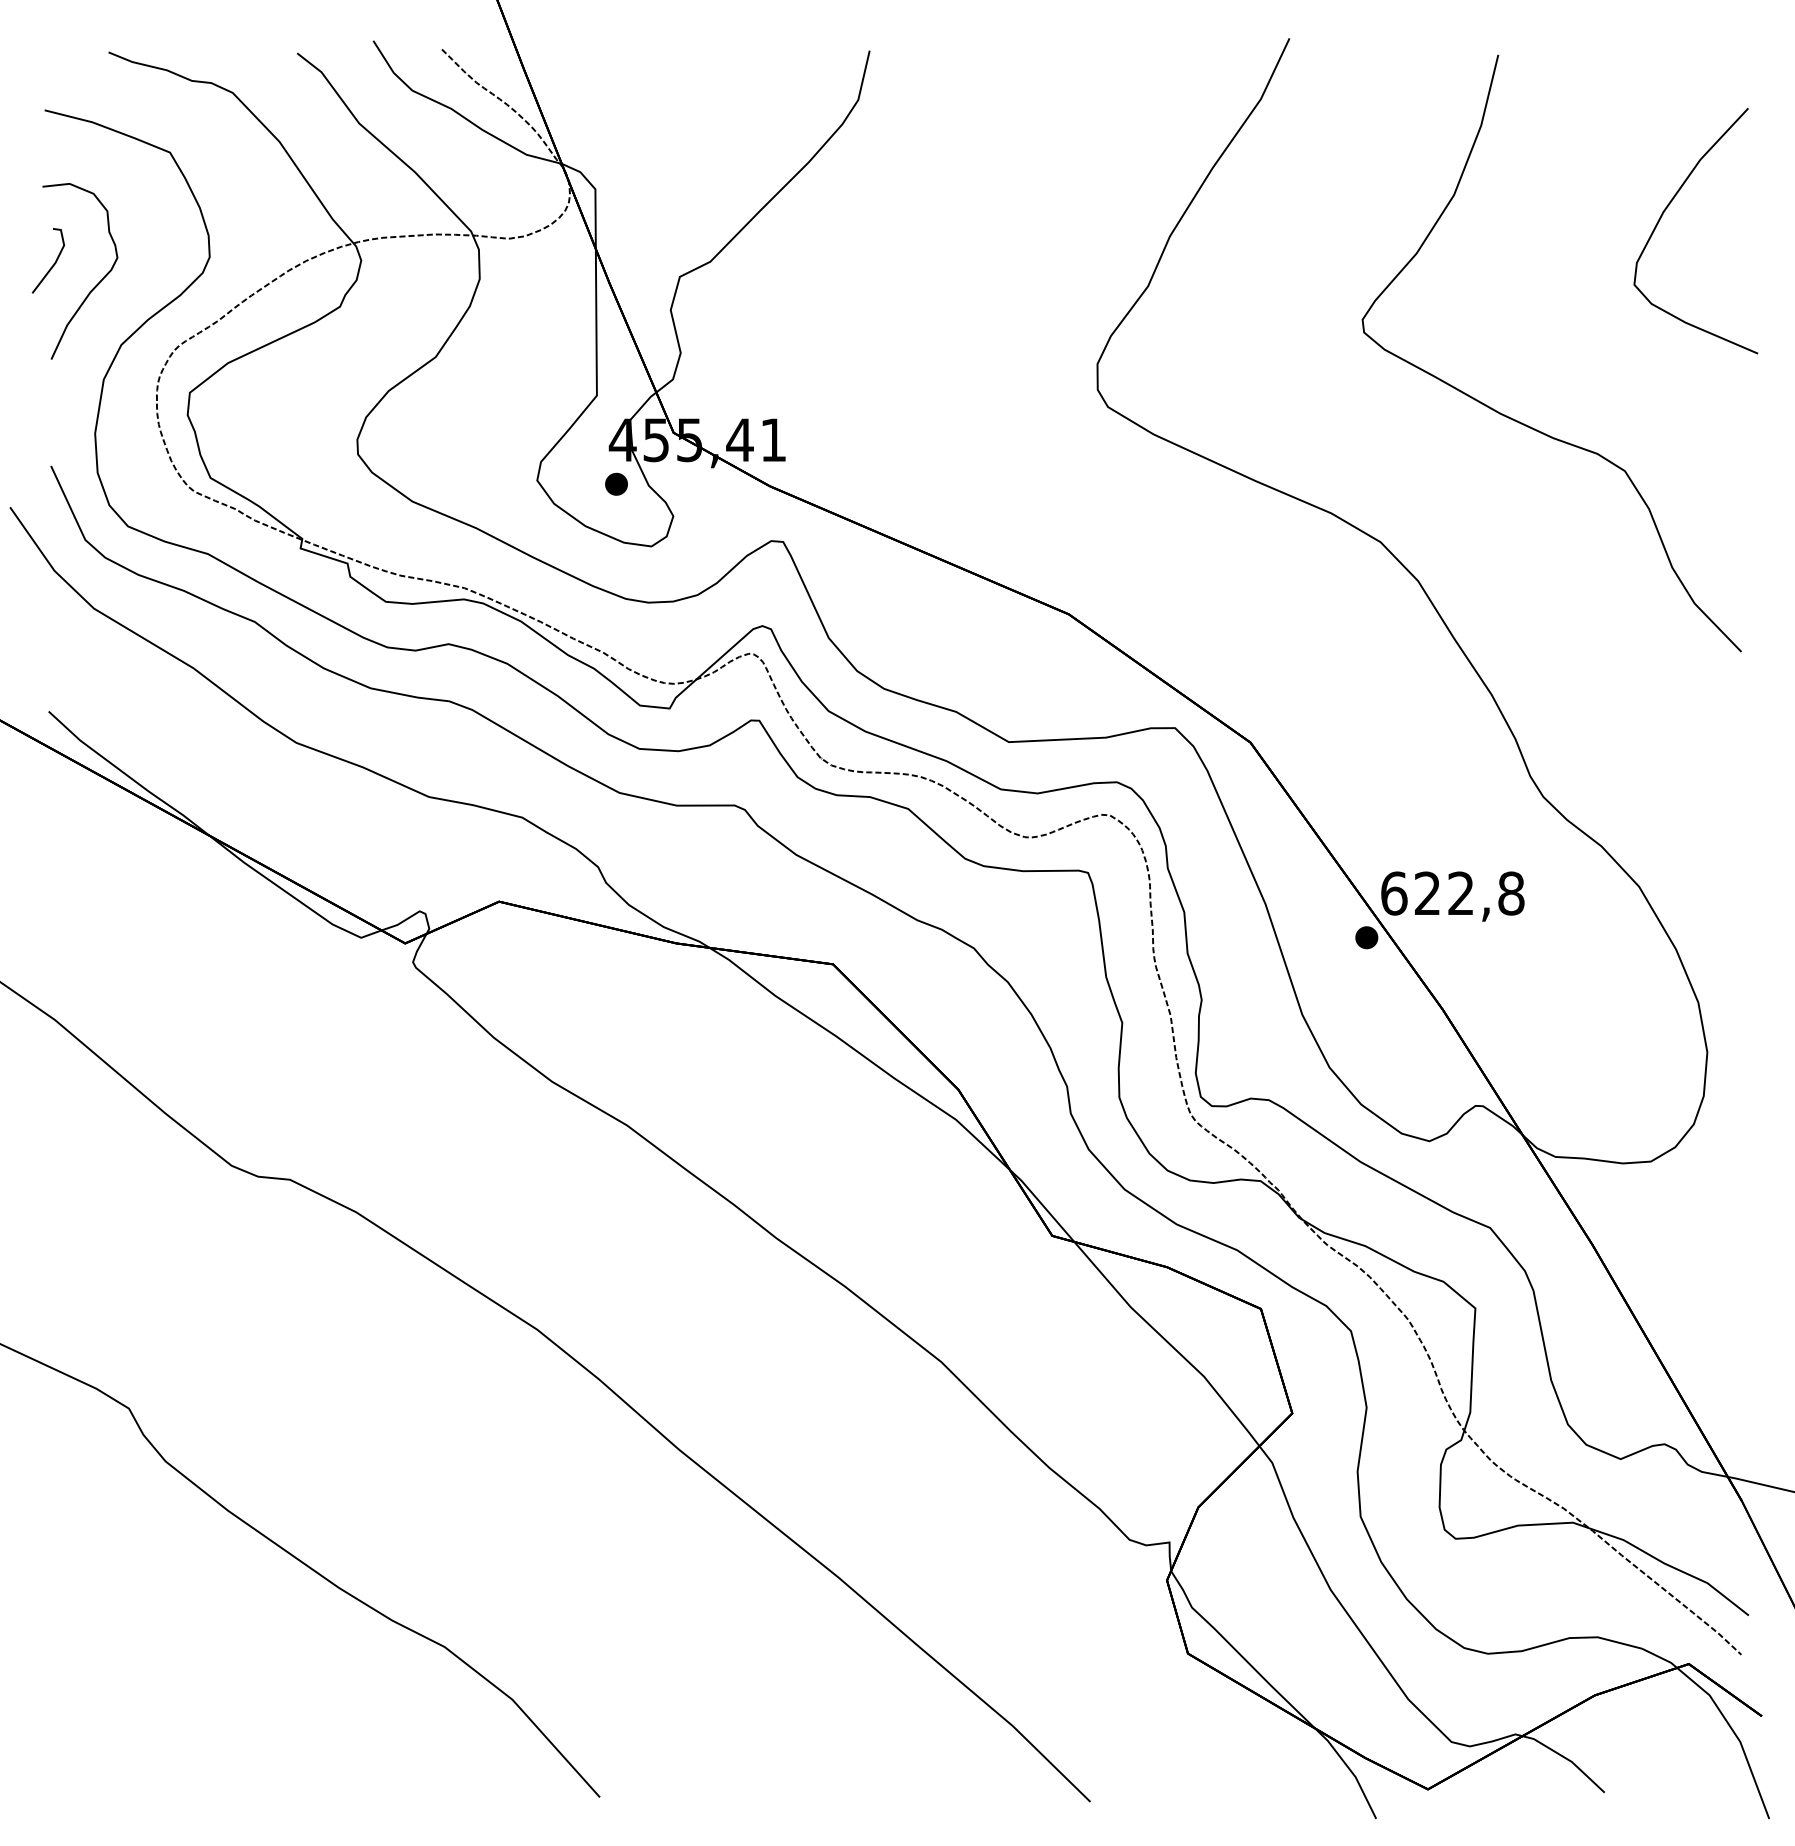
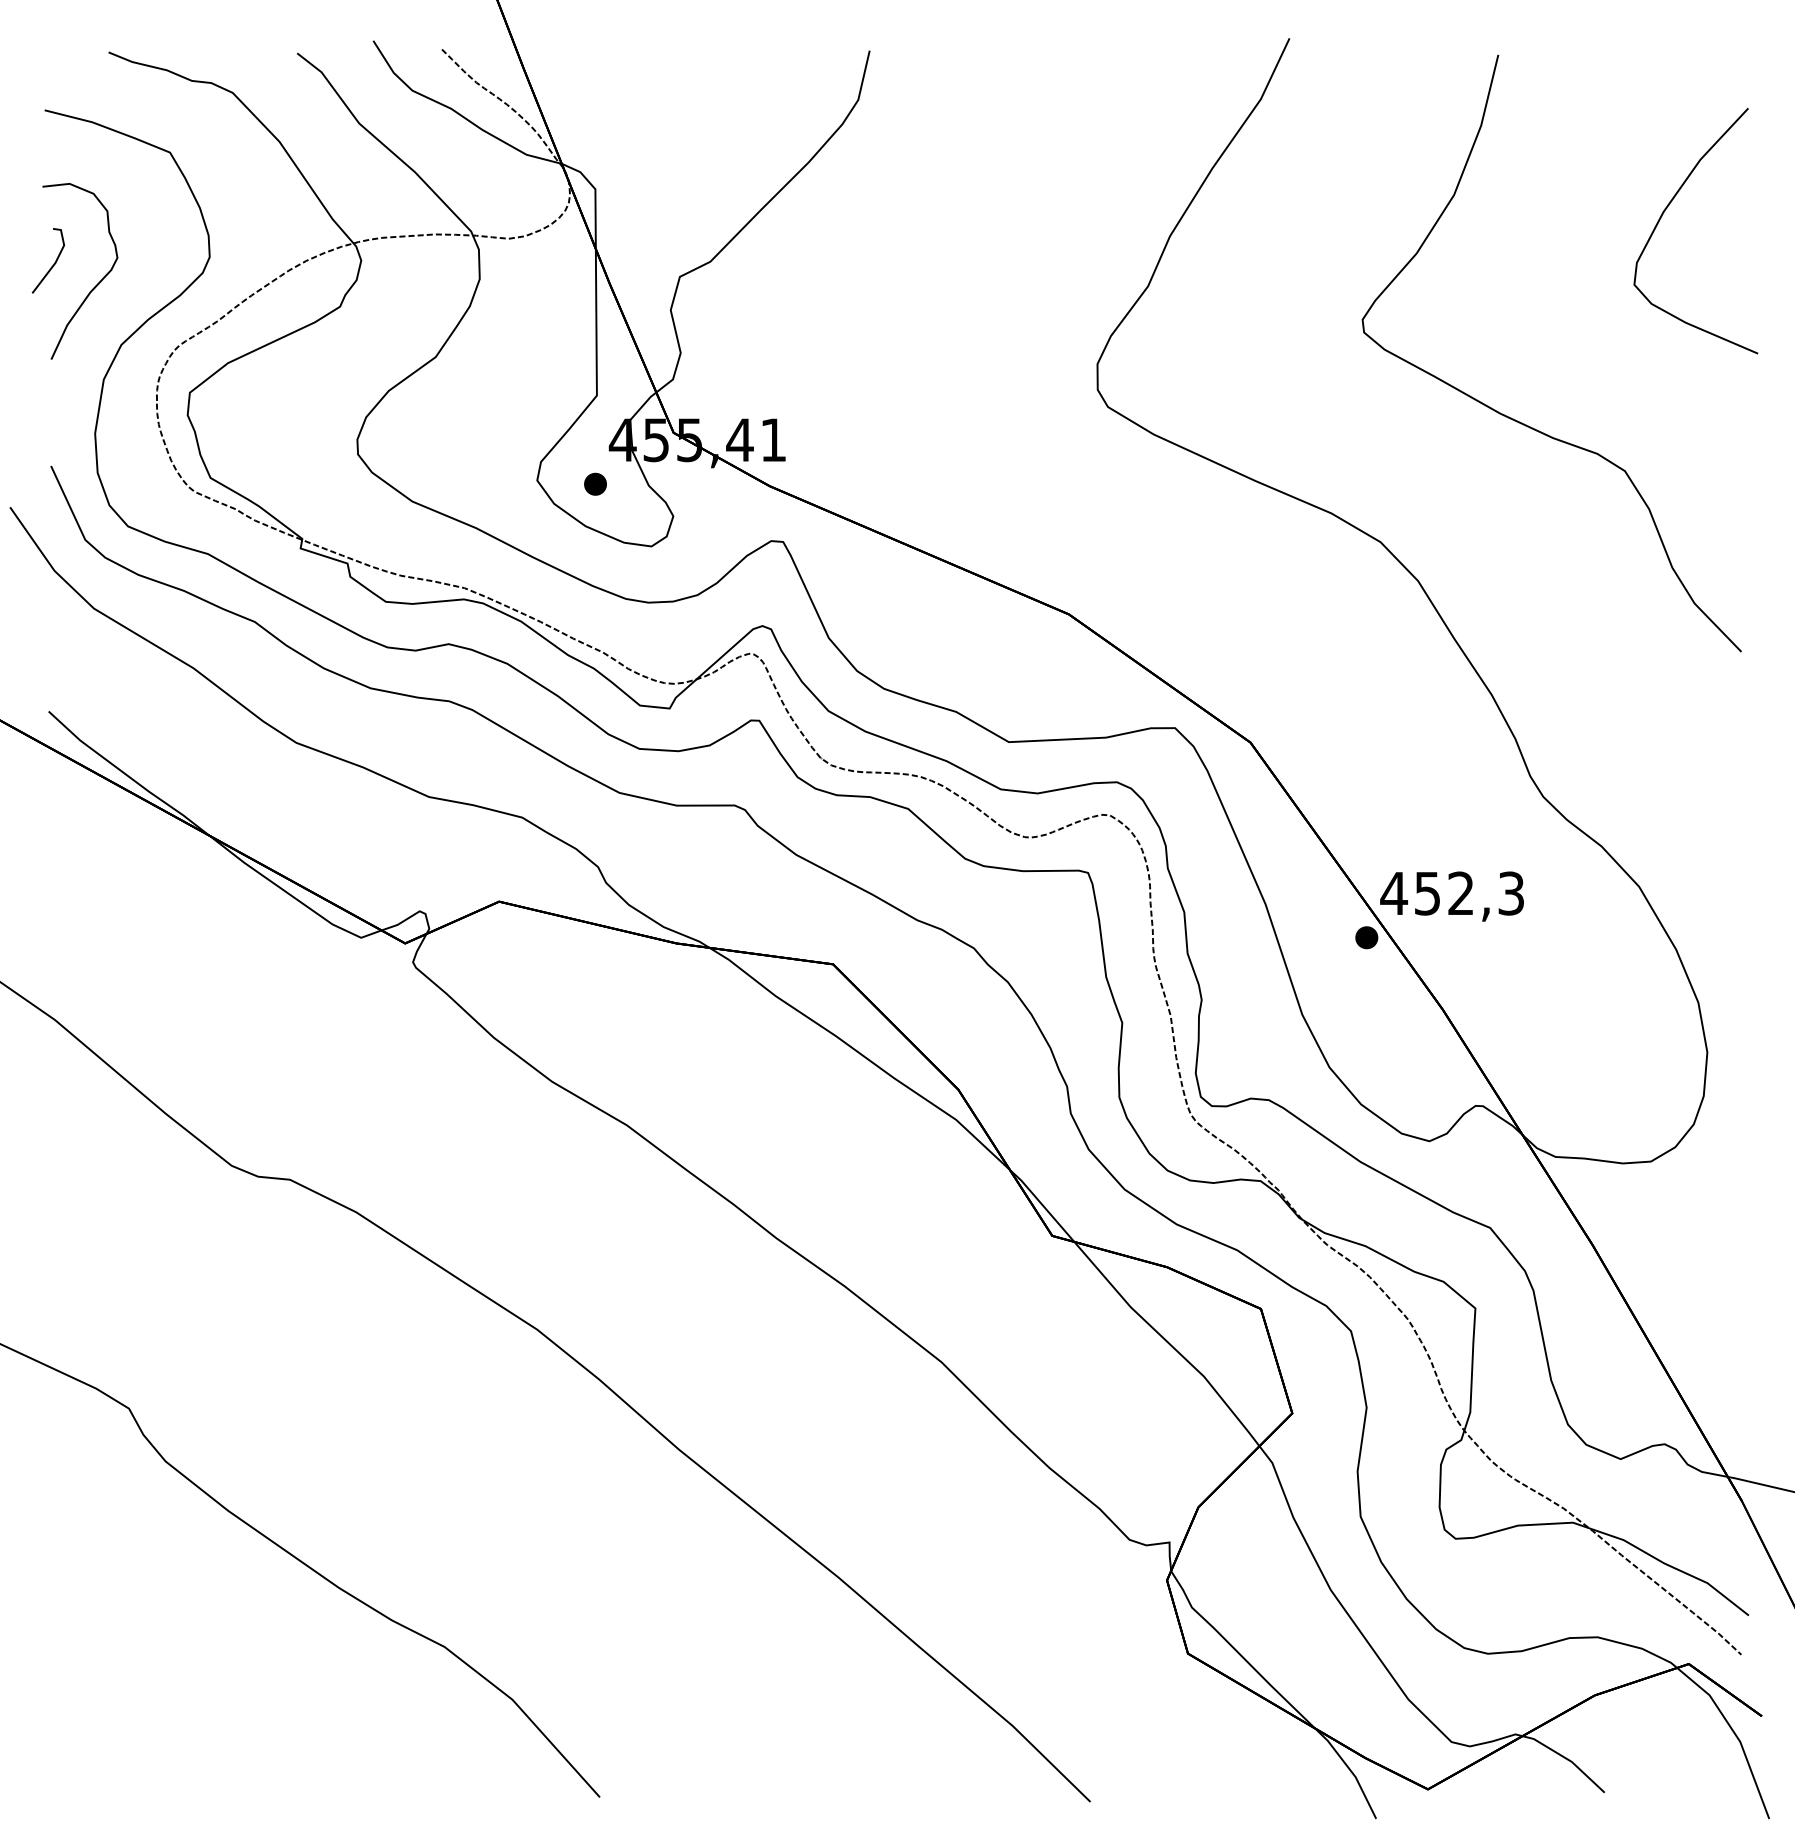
part at (616, 483) position: (616, 483) -> (595, 483)
text at (1452, 893): 622,8 -> 452,3
